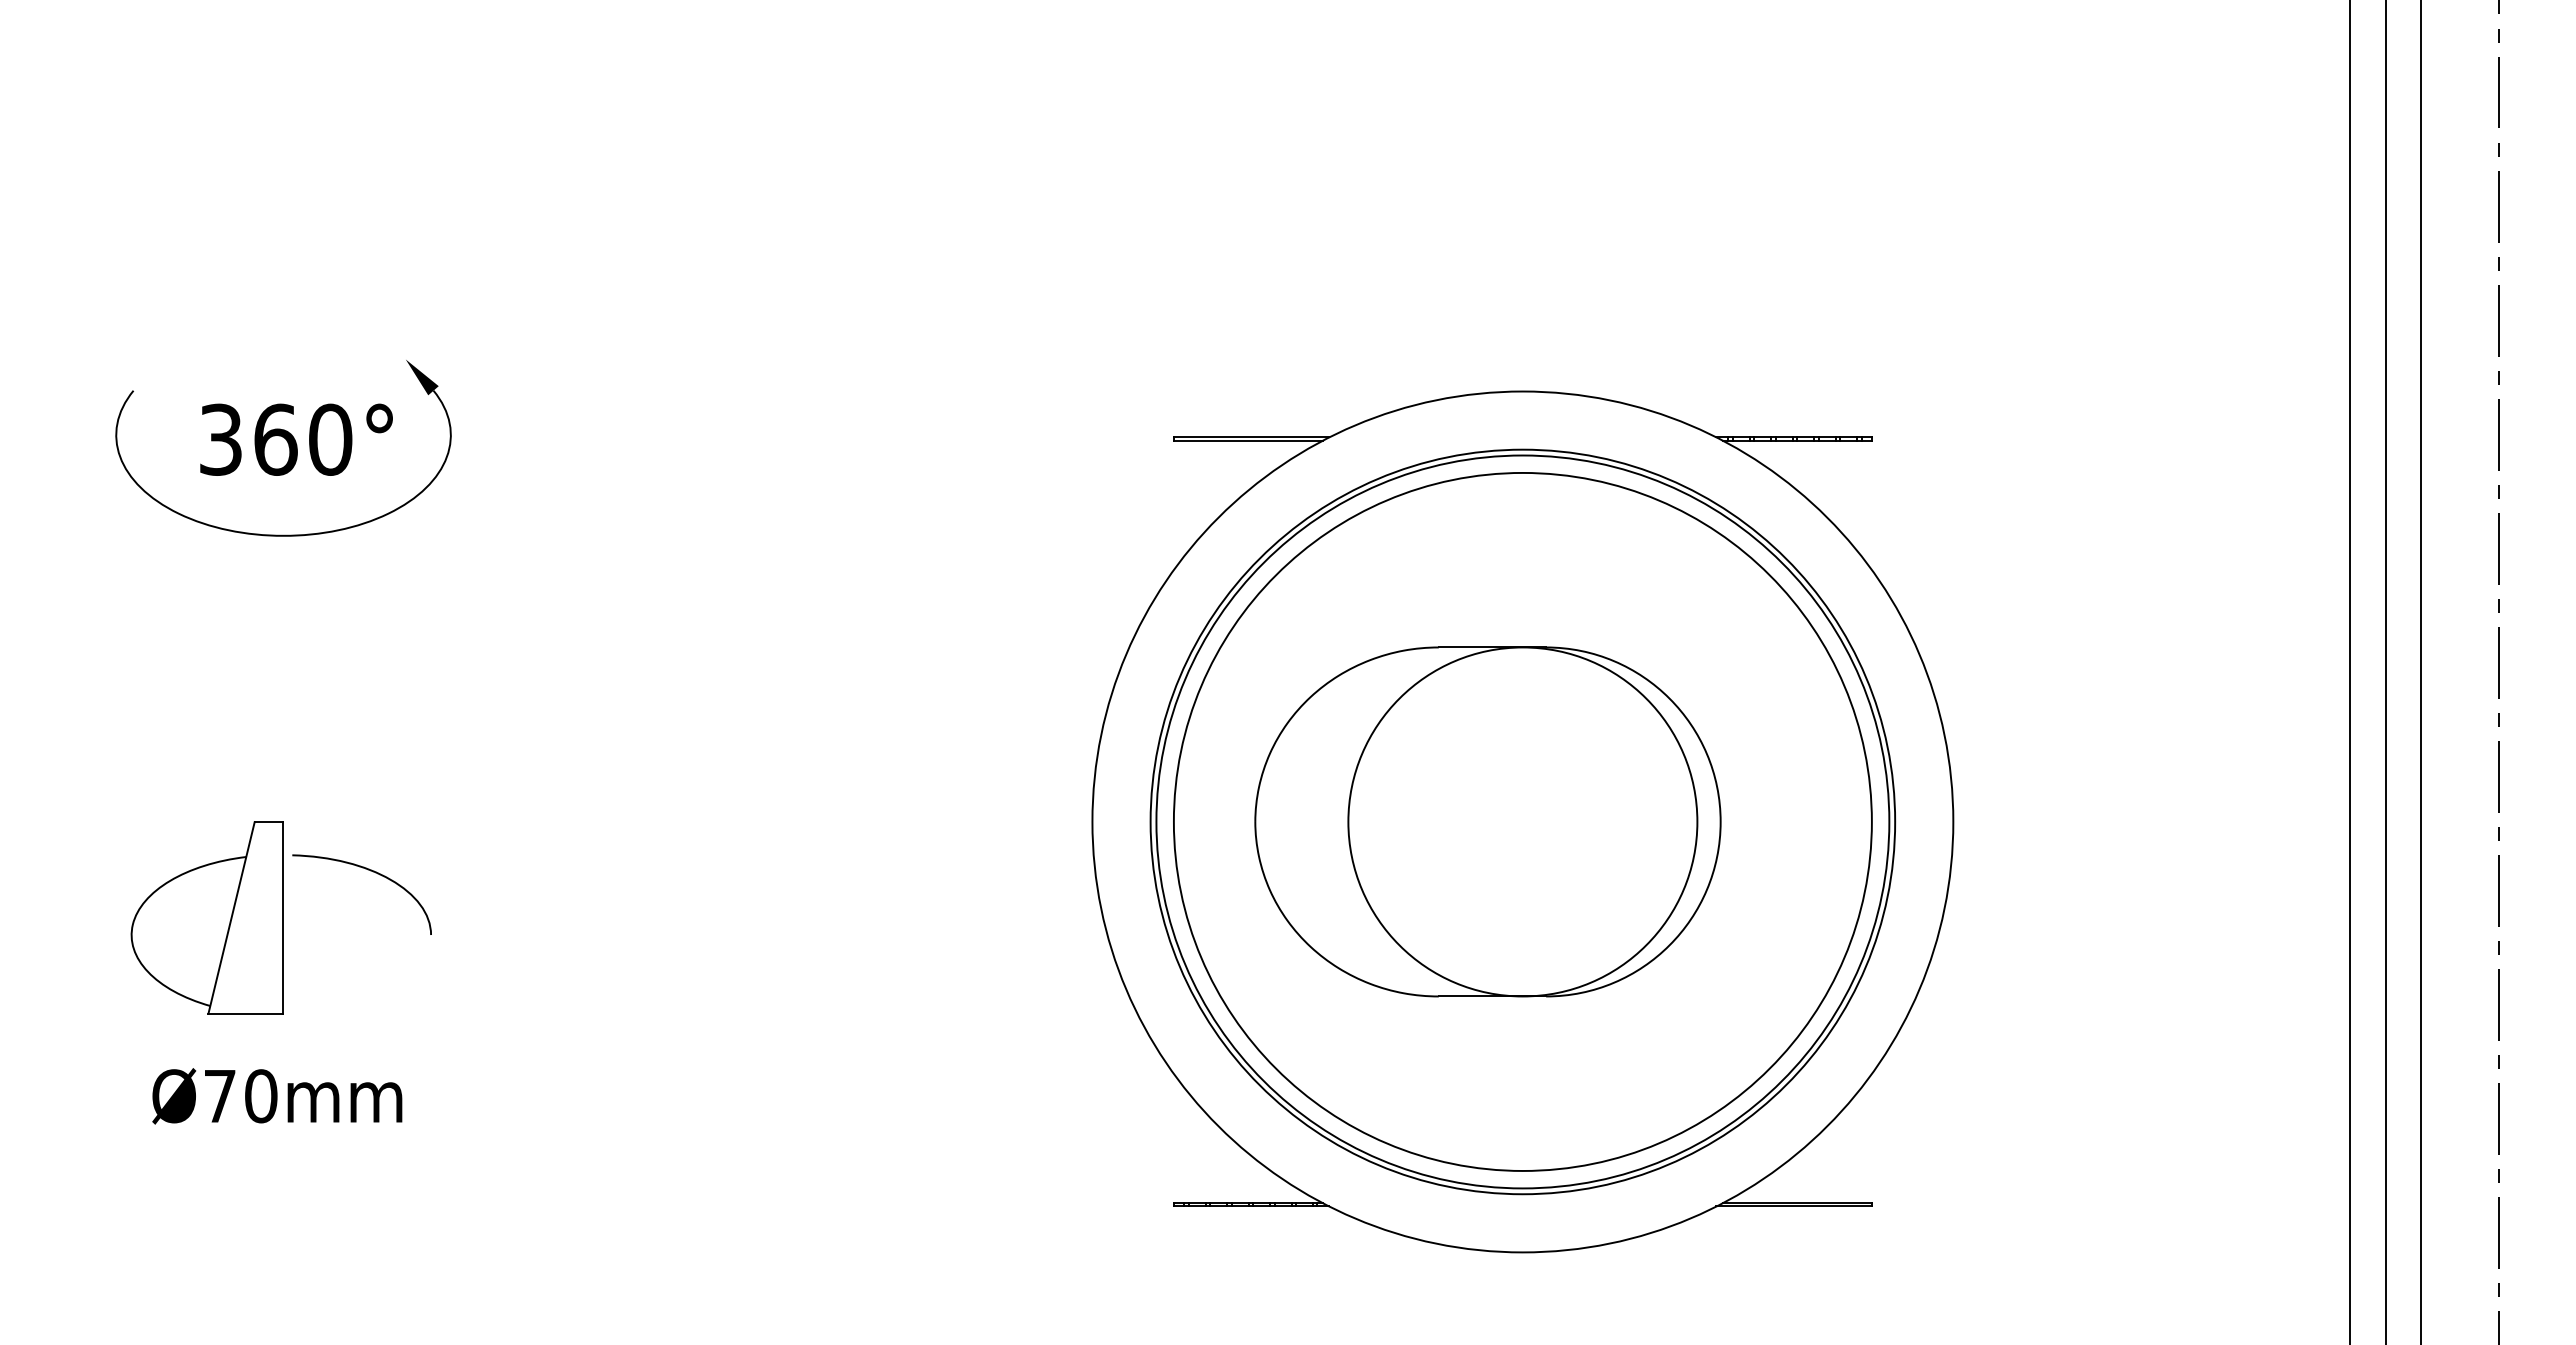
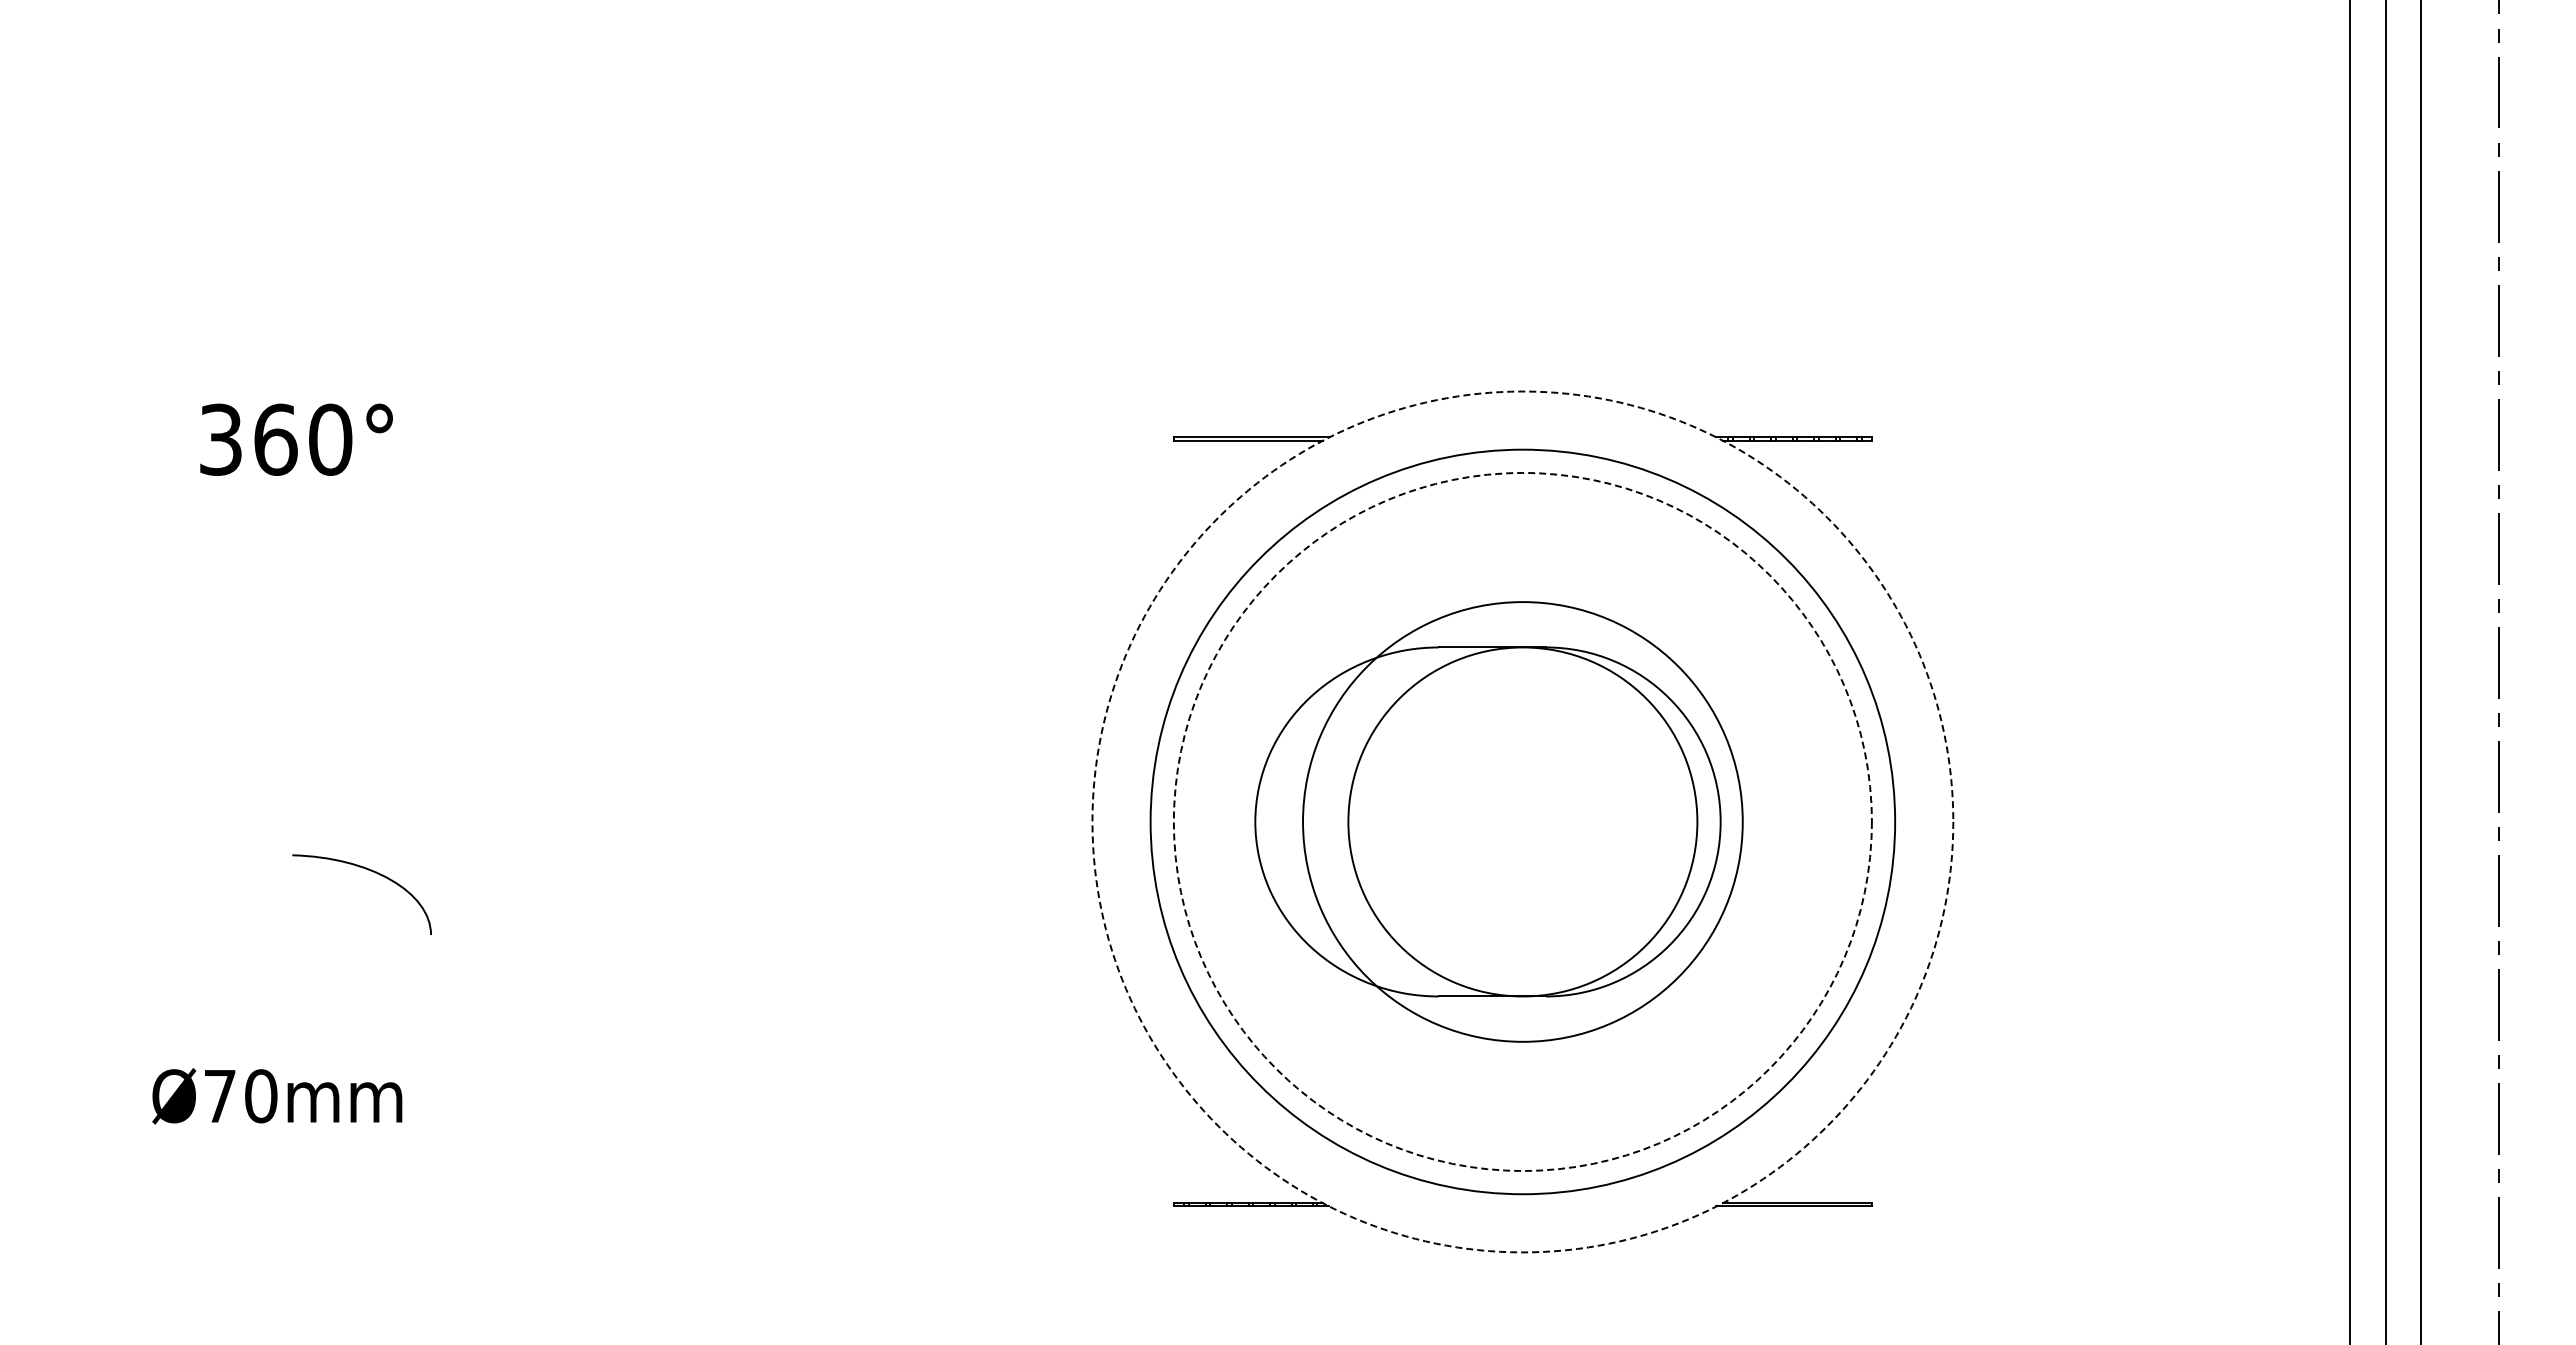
part at (283, 534): present -> none
circle at (1522, 821) diameter: 733 px -> 440 px
circle at (1522, 821): solid -> dashed
circle at (1522, 821): solid -> dashed
part at (206, 917): present -> none
